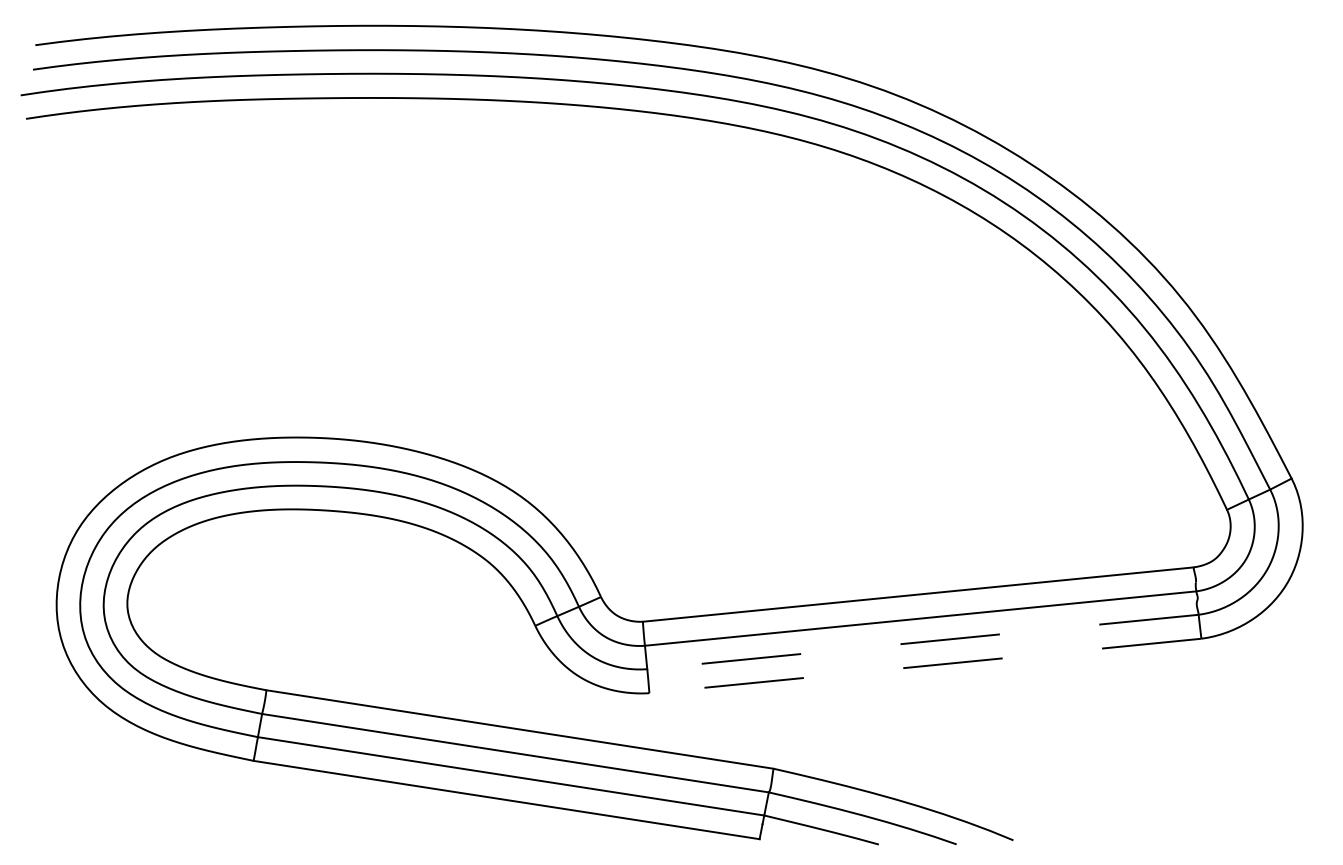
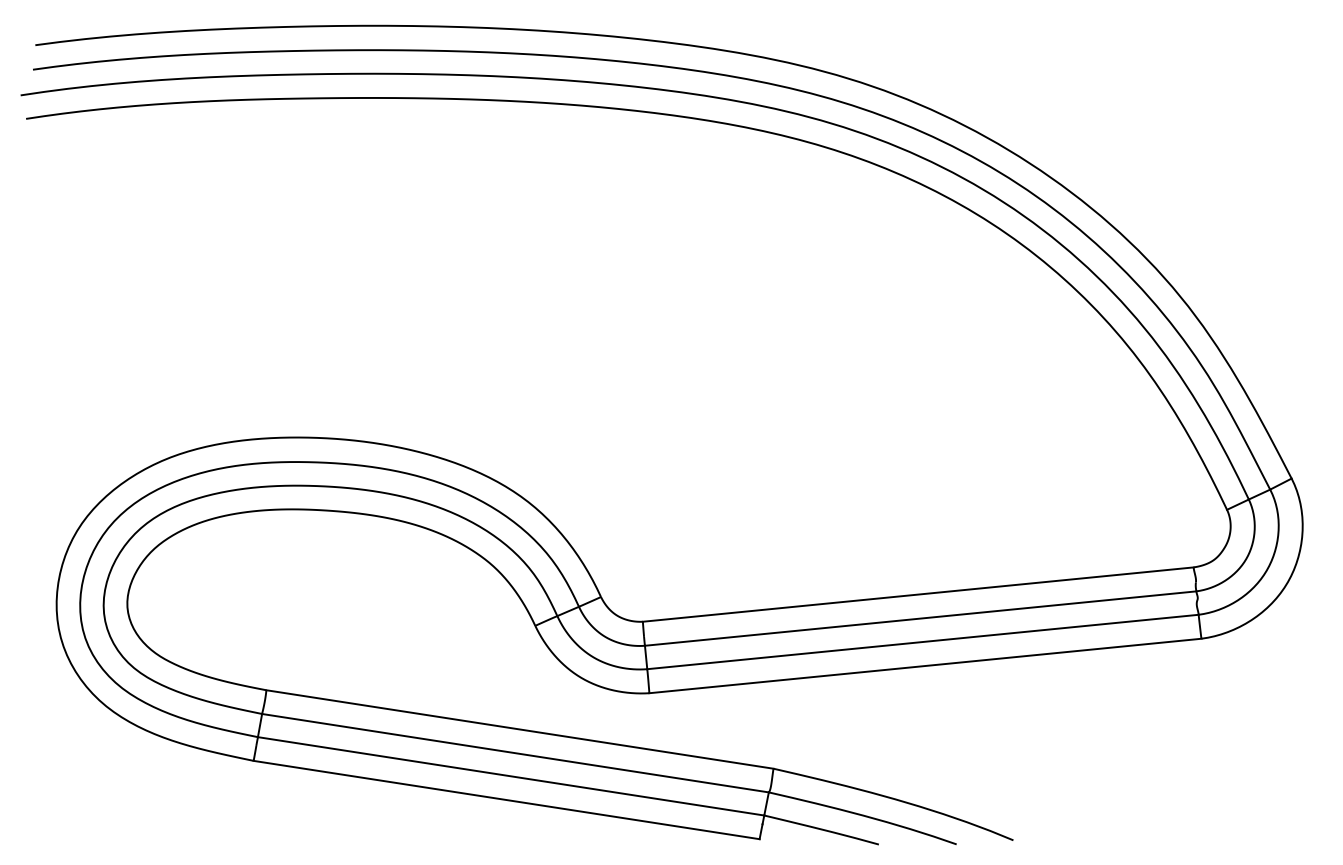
line at (922, 642): dashed -> solid
line at (924, 666): dashed -> solid
